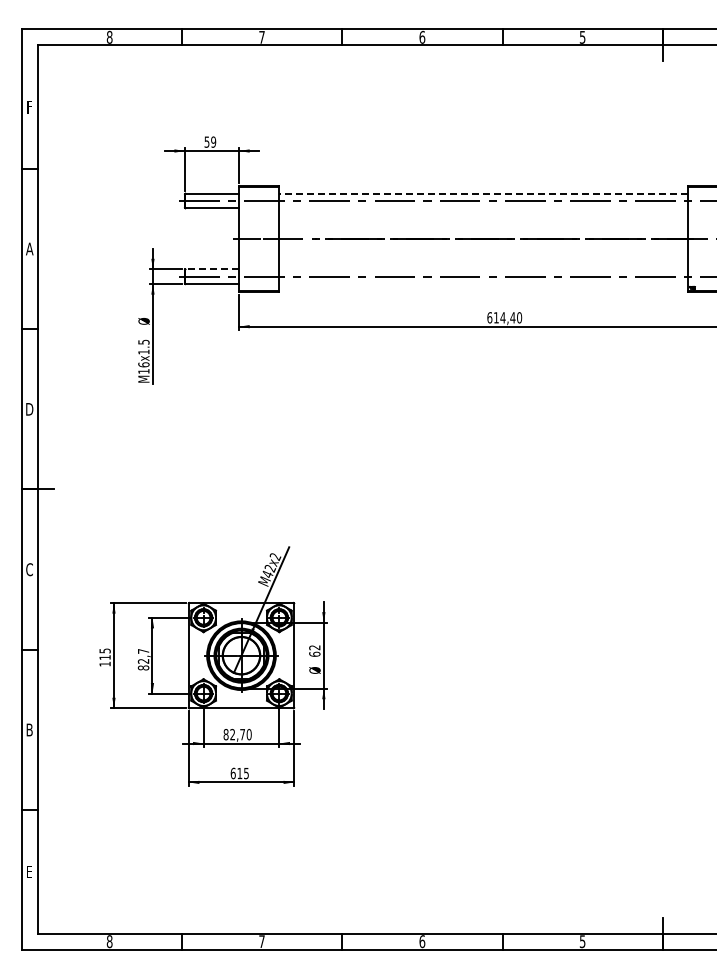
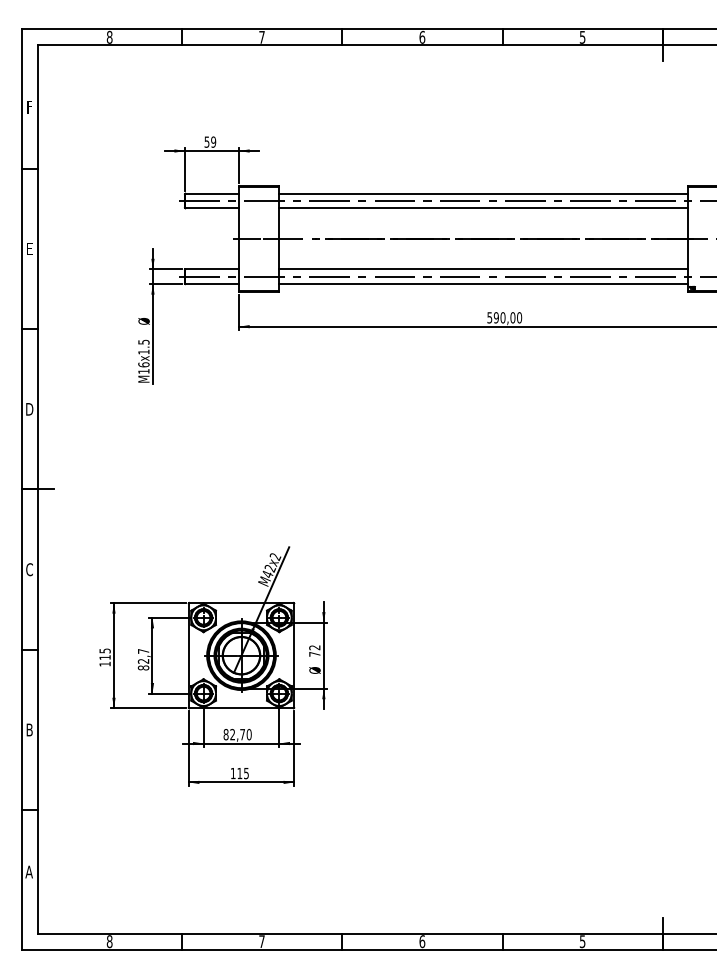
line at (483, 193): dashed -> solid
line at (483, 208): none -> present
text at (29, 248): A -> E
line at (212, 269): dashed -> solid
line at (483, 269): none -> present
line at (483, 284): none -> present
text at (501, 317): 614,40 -> 590,00
text at (314, 653): 62 -> 72
text at (232, 773): 615 -> 115
text at (28, 871): E -> A
